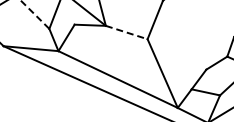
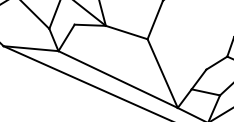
line at (34, 14): dashed -> solid
line at (126, 32): dashed -> solid
